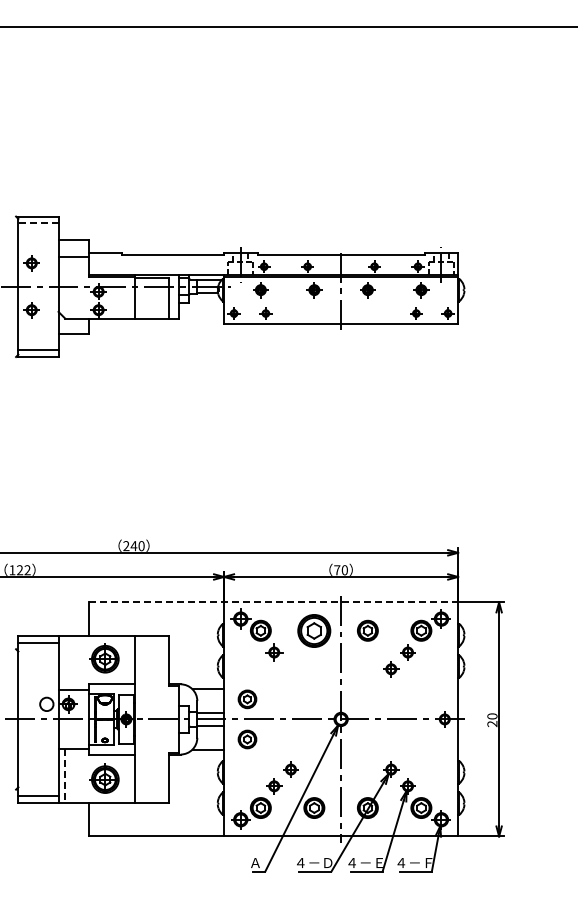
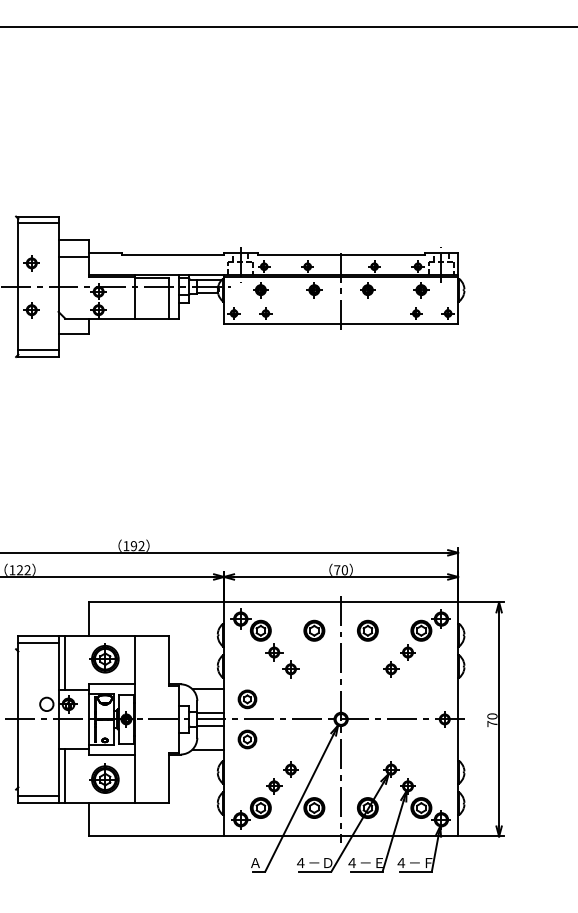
line at (37, 223): dashed -> solid
text at (133, 546): 240 -> 192
line at (273, 602): dashed -> solid
part at (314, 630) size: 35x34 px -> 23x23 px
line at (65, 662): none -> present
part at (290, 669): none -> present
text at (492, 724): 20 -> 70
line at (65, 776): dashed -> solid
